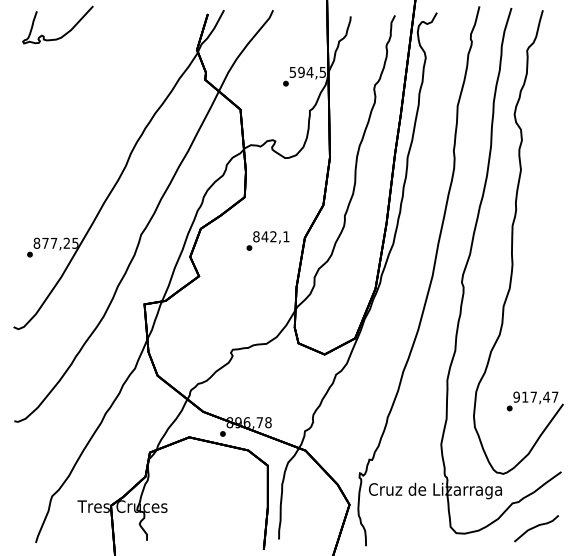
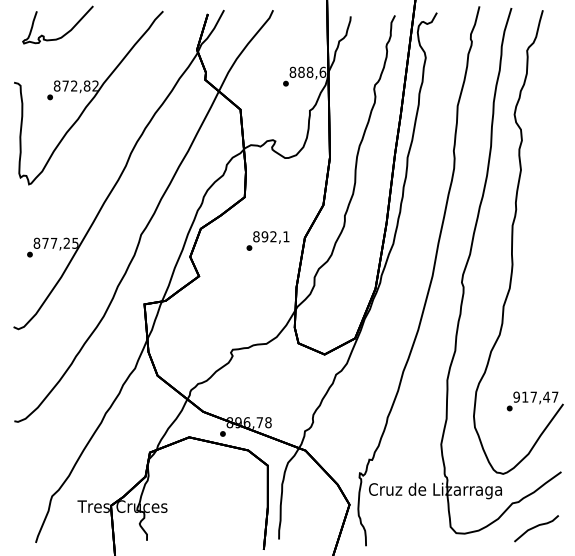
text at (307, 71): 594,5 -> 888,6
part at (88, 97): none -> present
text at (264, 236): 842,1 -> 892,1
